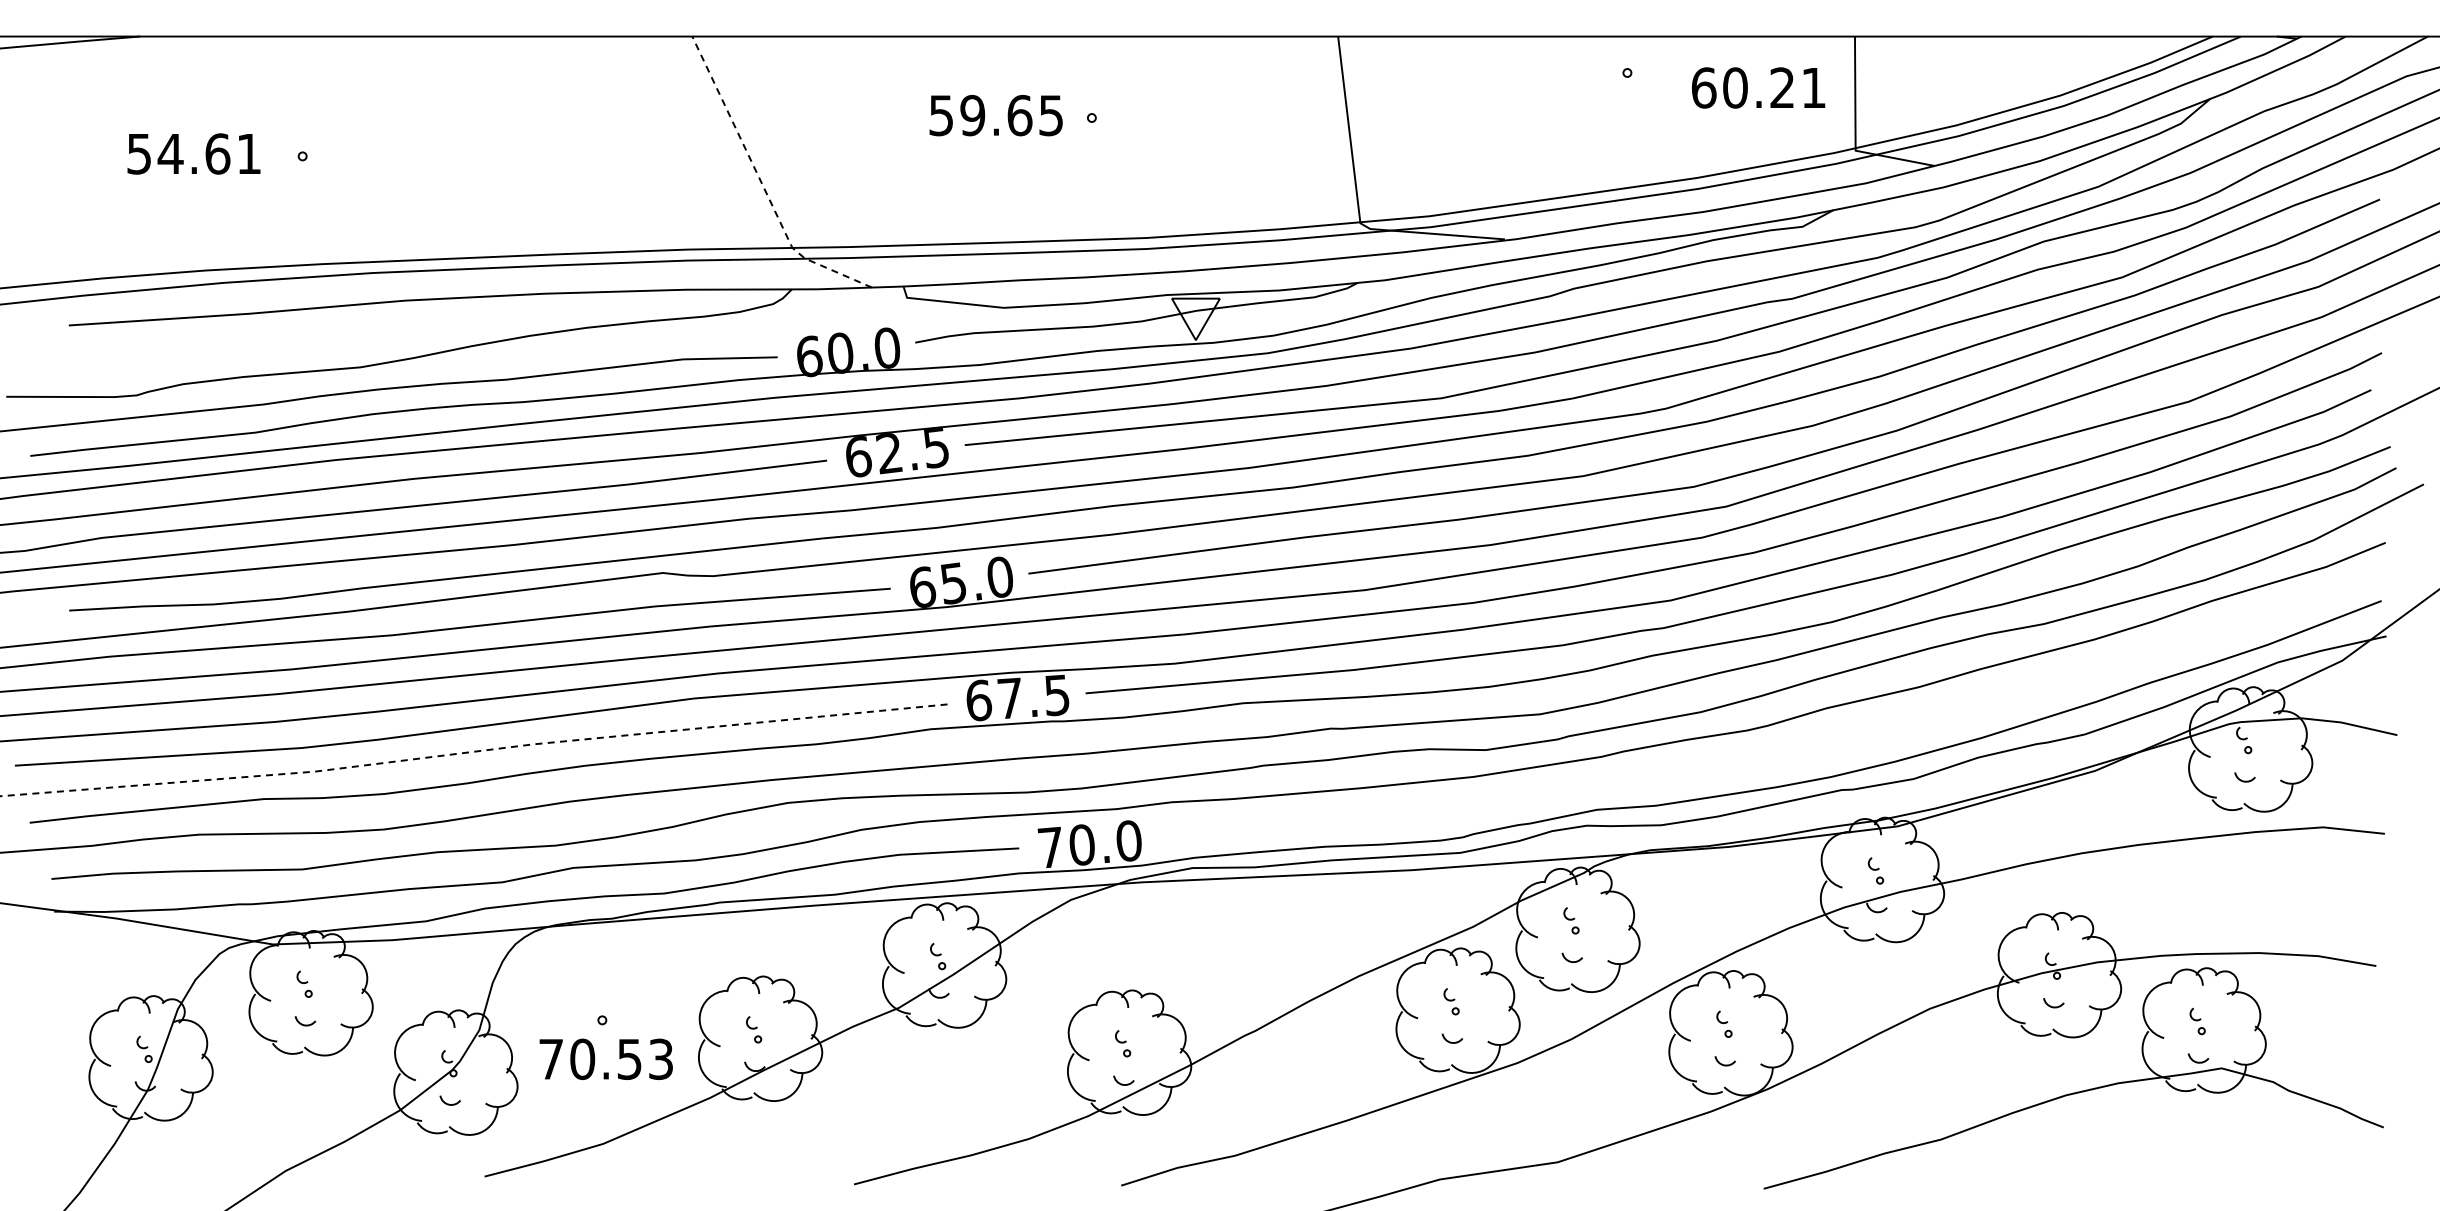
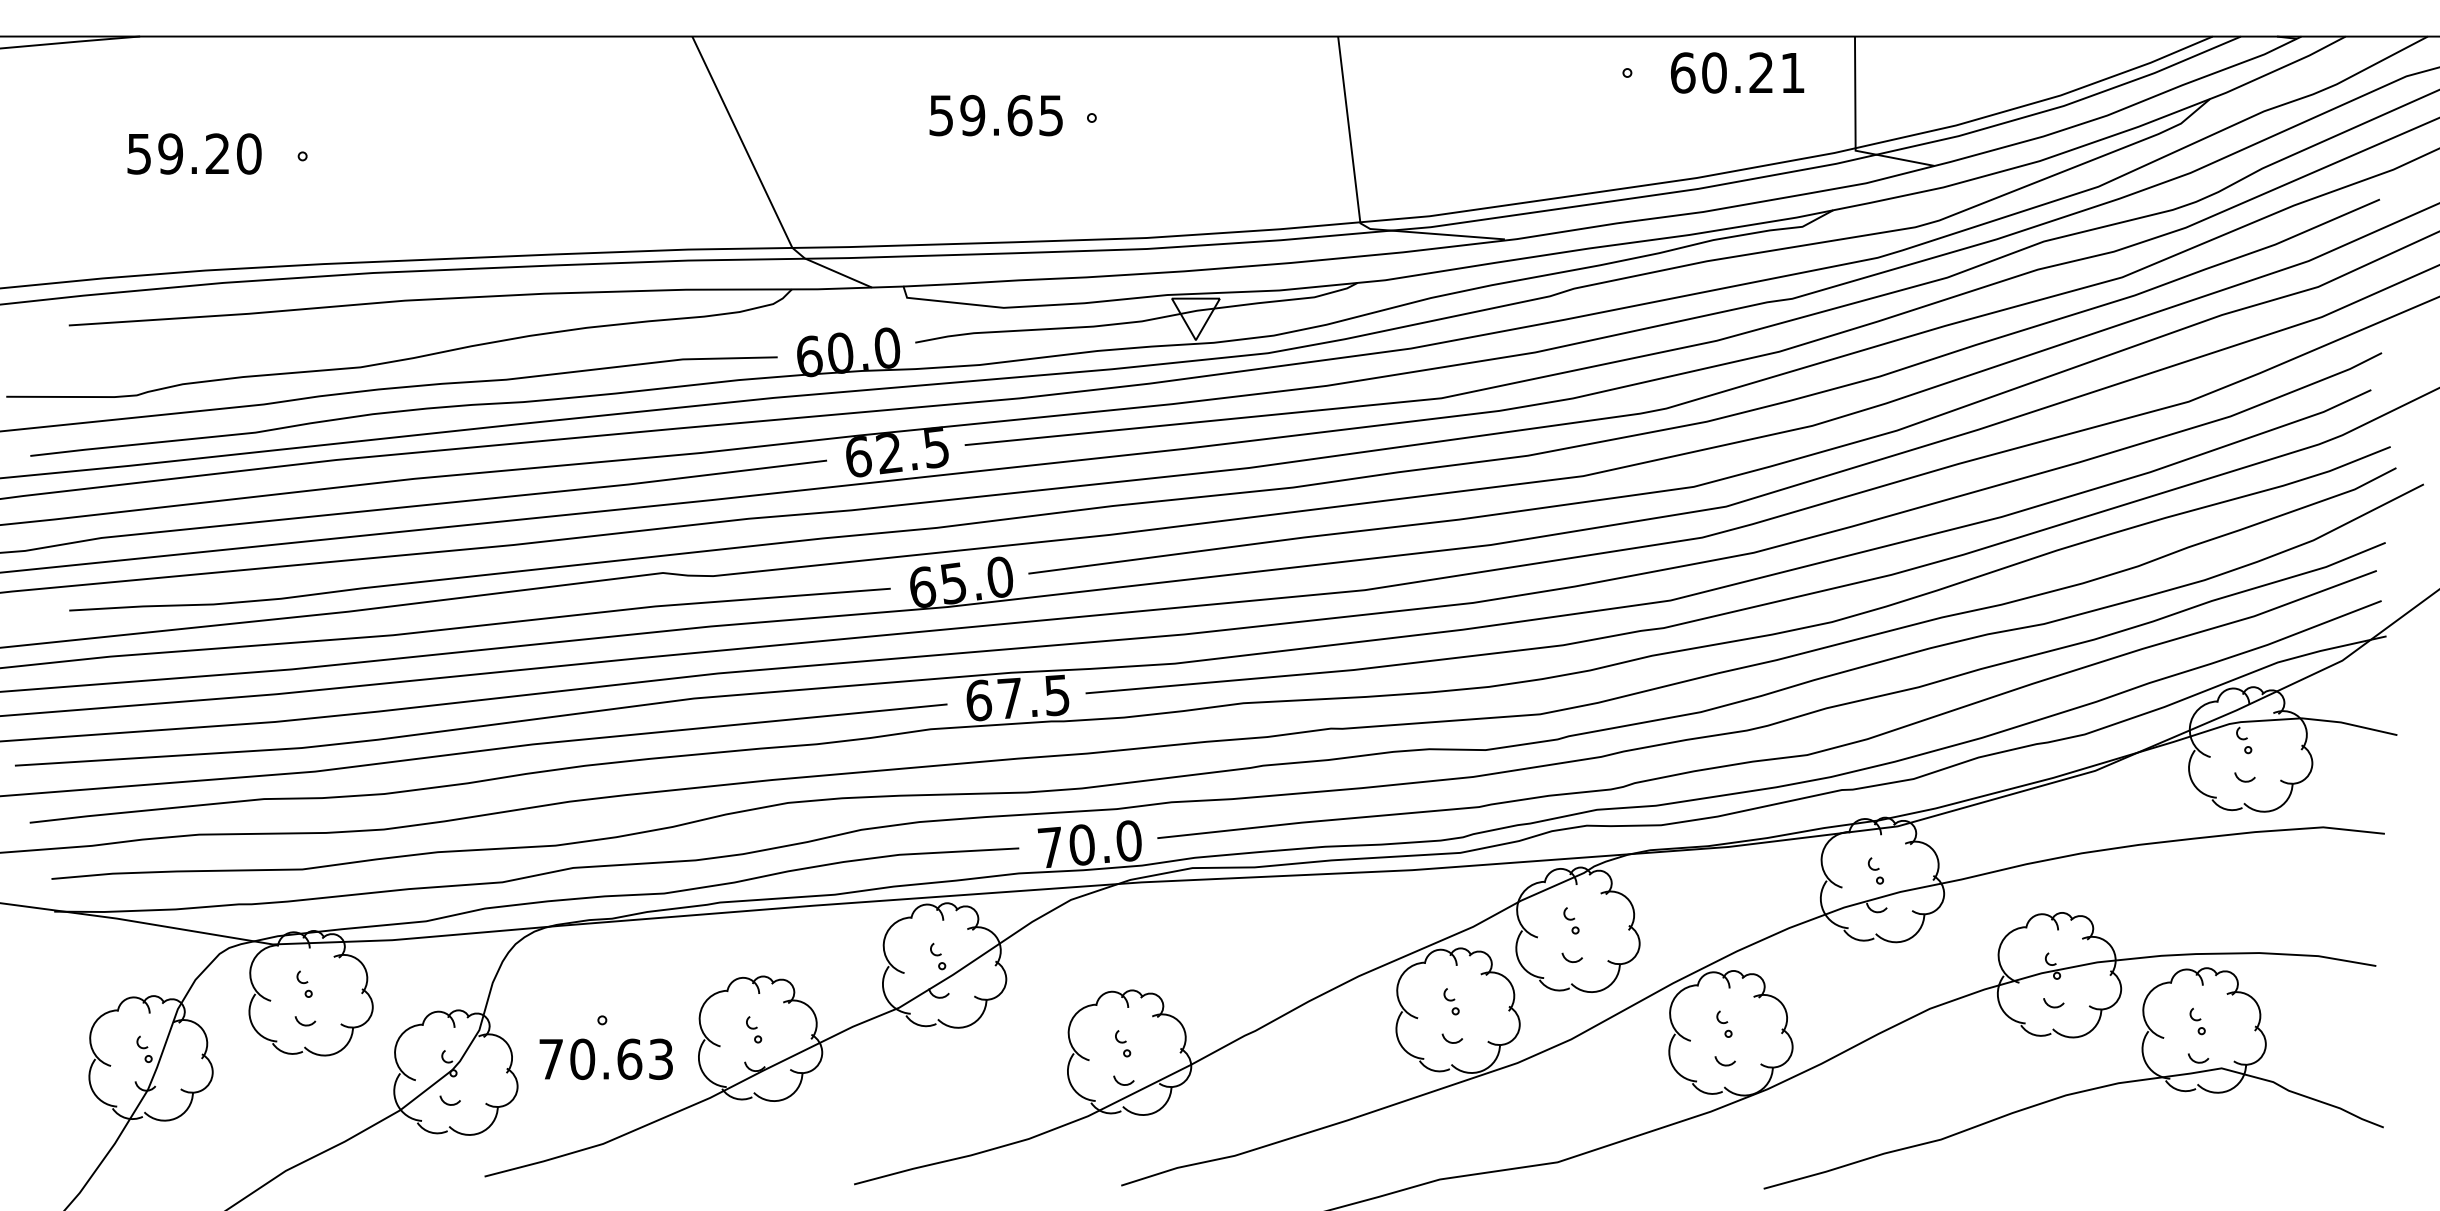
text at (1758, 87) position: (1758, 87) -> (1737, 72)
text at (209, 153): 54.61 -> 59.20
line at (762, 183): dashed -> solid
line at (473, 751): dashed -> solid
curve at (1776, 757): none -> present
text at (629, 1059): 70.53 -> 70.63
